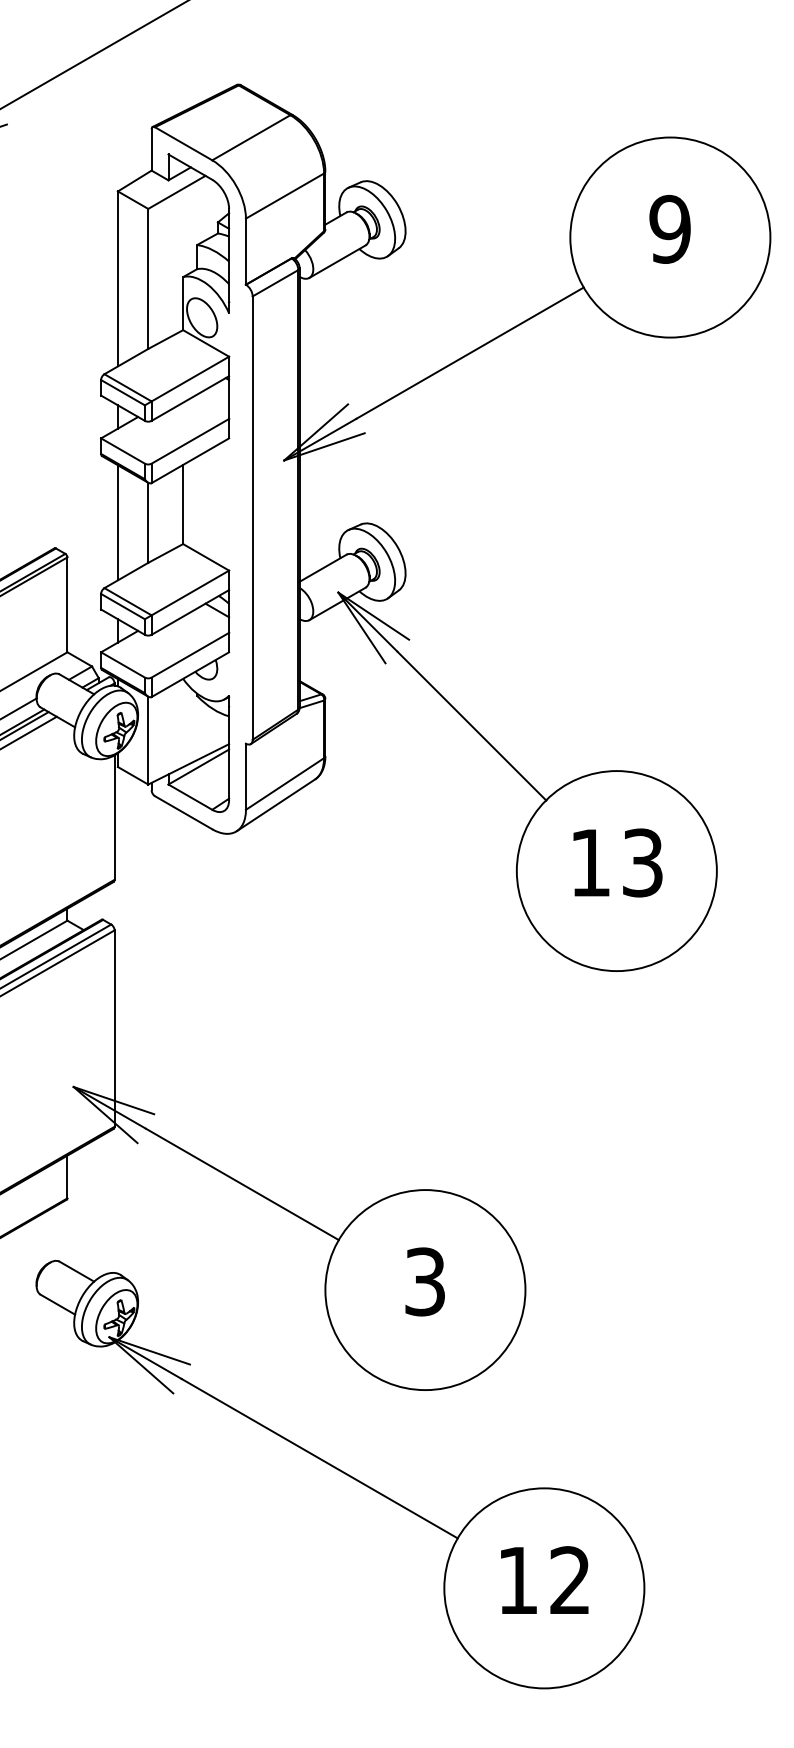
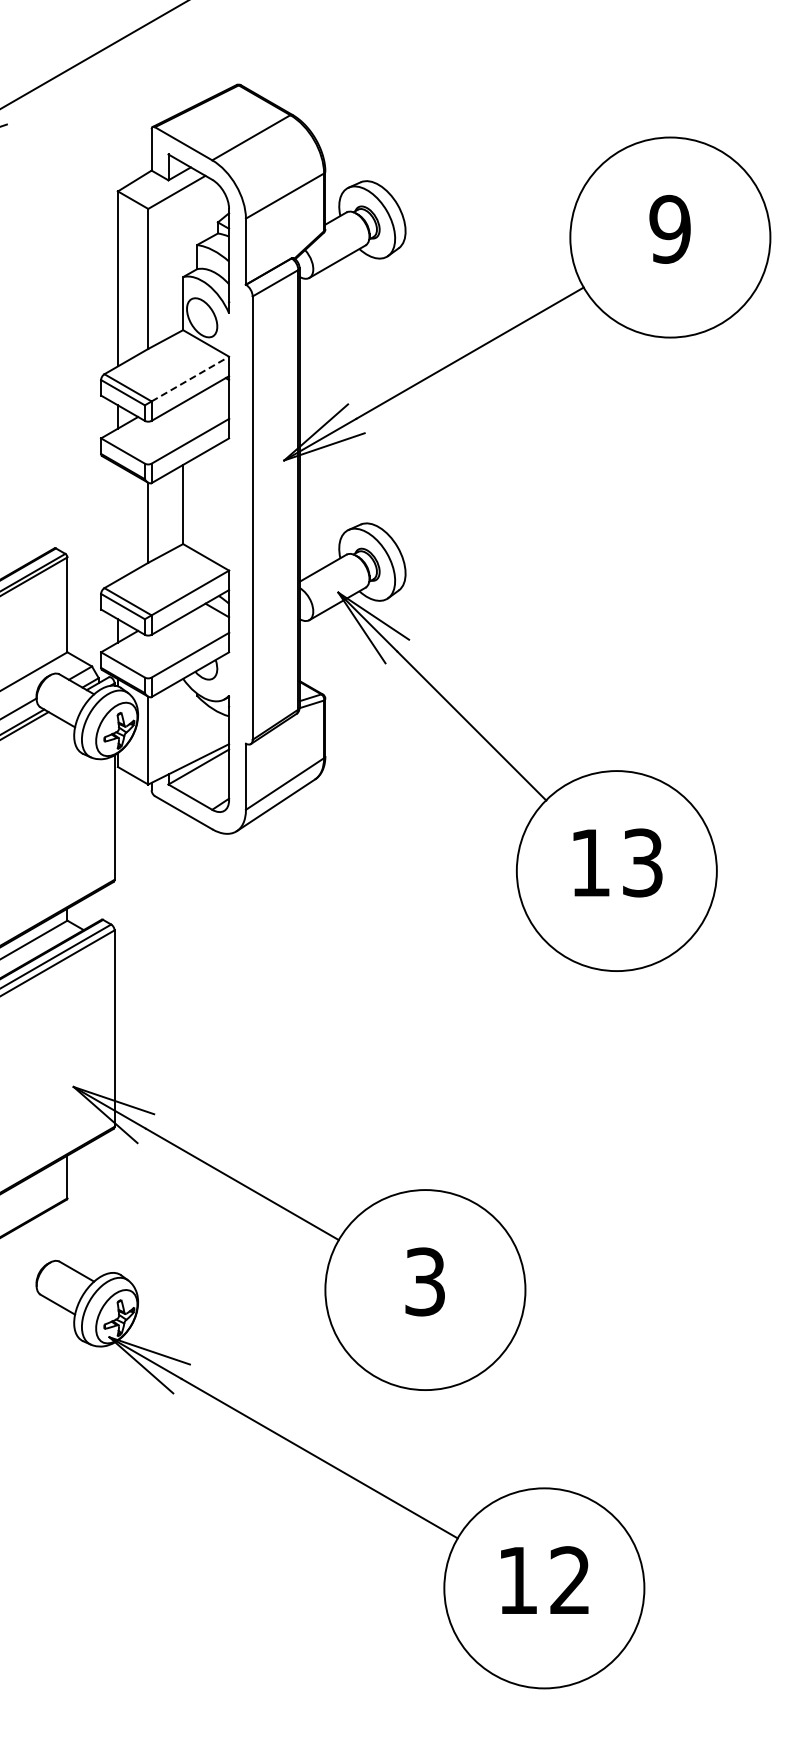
line at (190, 379): solid -> dashed
line at (117, 522): present -> none
line at (29, 732): present -> none
